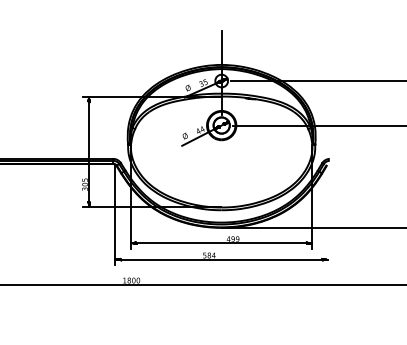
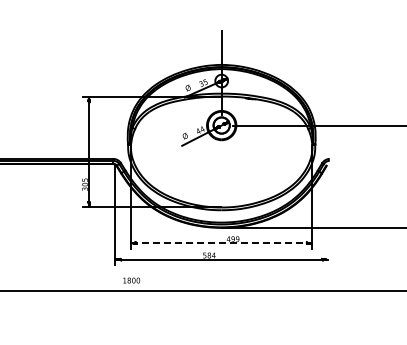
line at (316, 81): present -> none
line at (221, 243): solid -> dashed
line at (202, 284) position: (202, 284) -> (202, 290)
